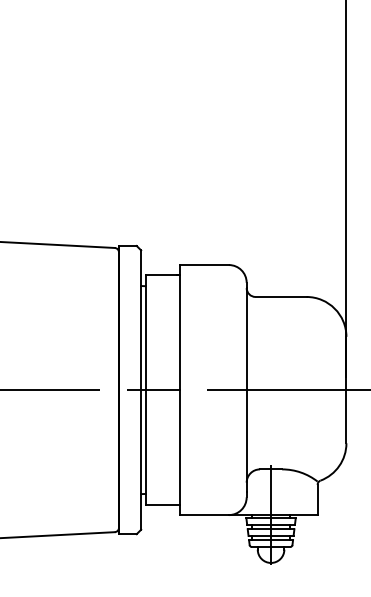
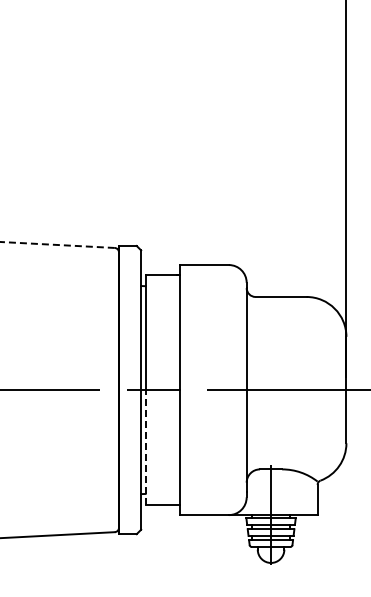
line at (56, 244): solid -> dashed
line at (145, 447): solid -> dashed
